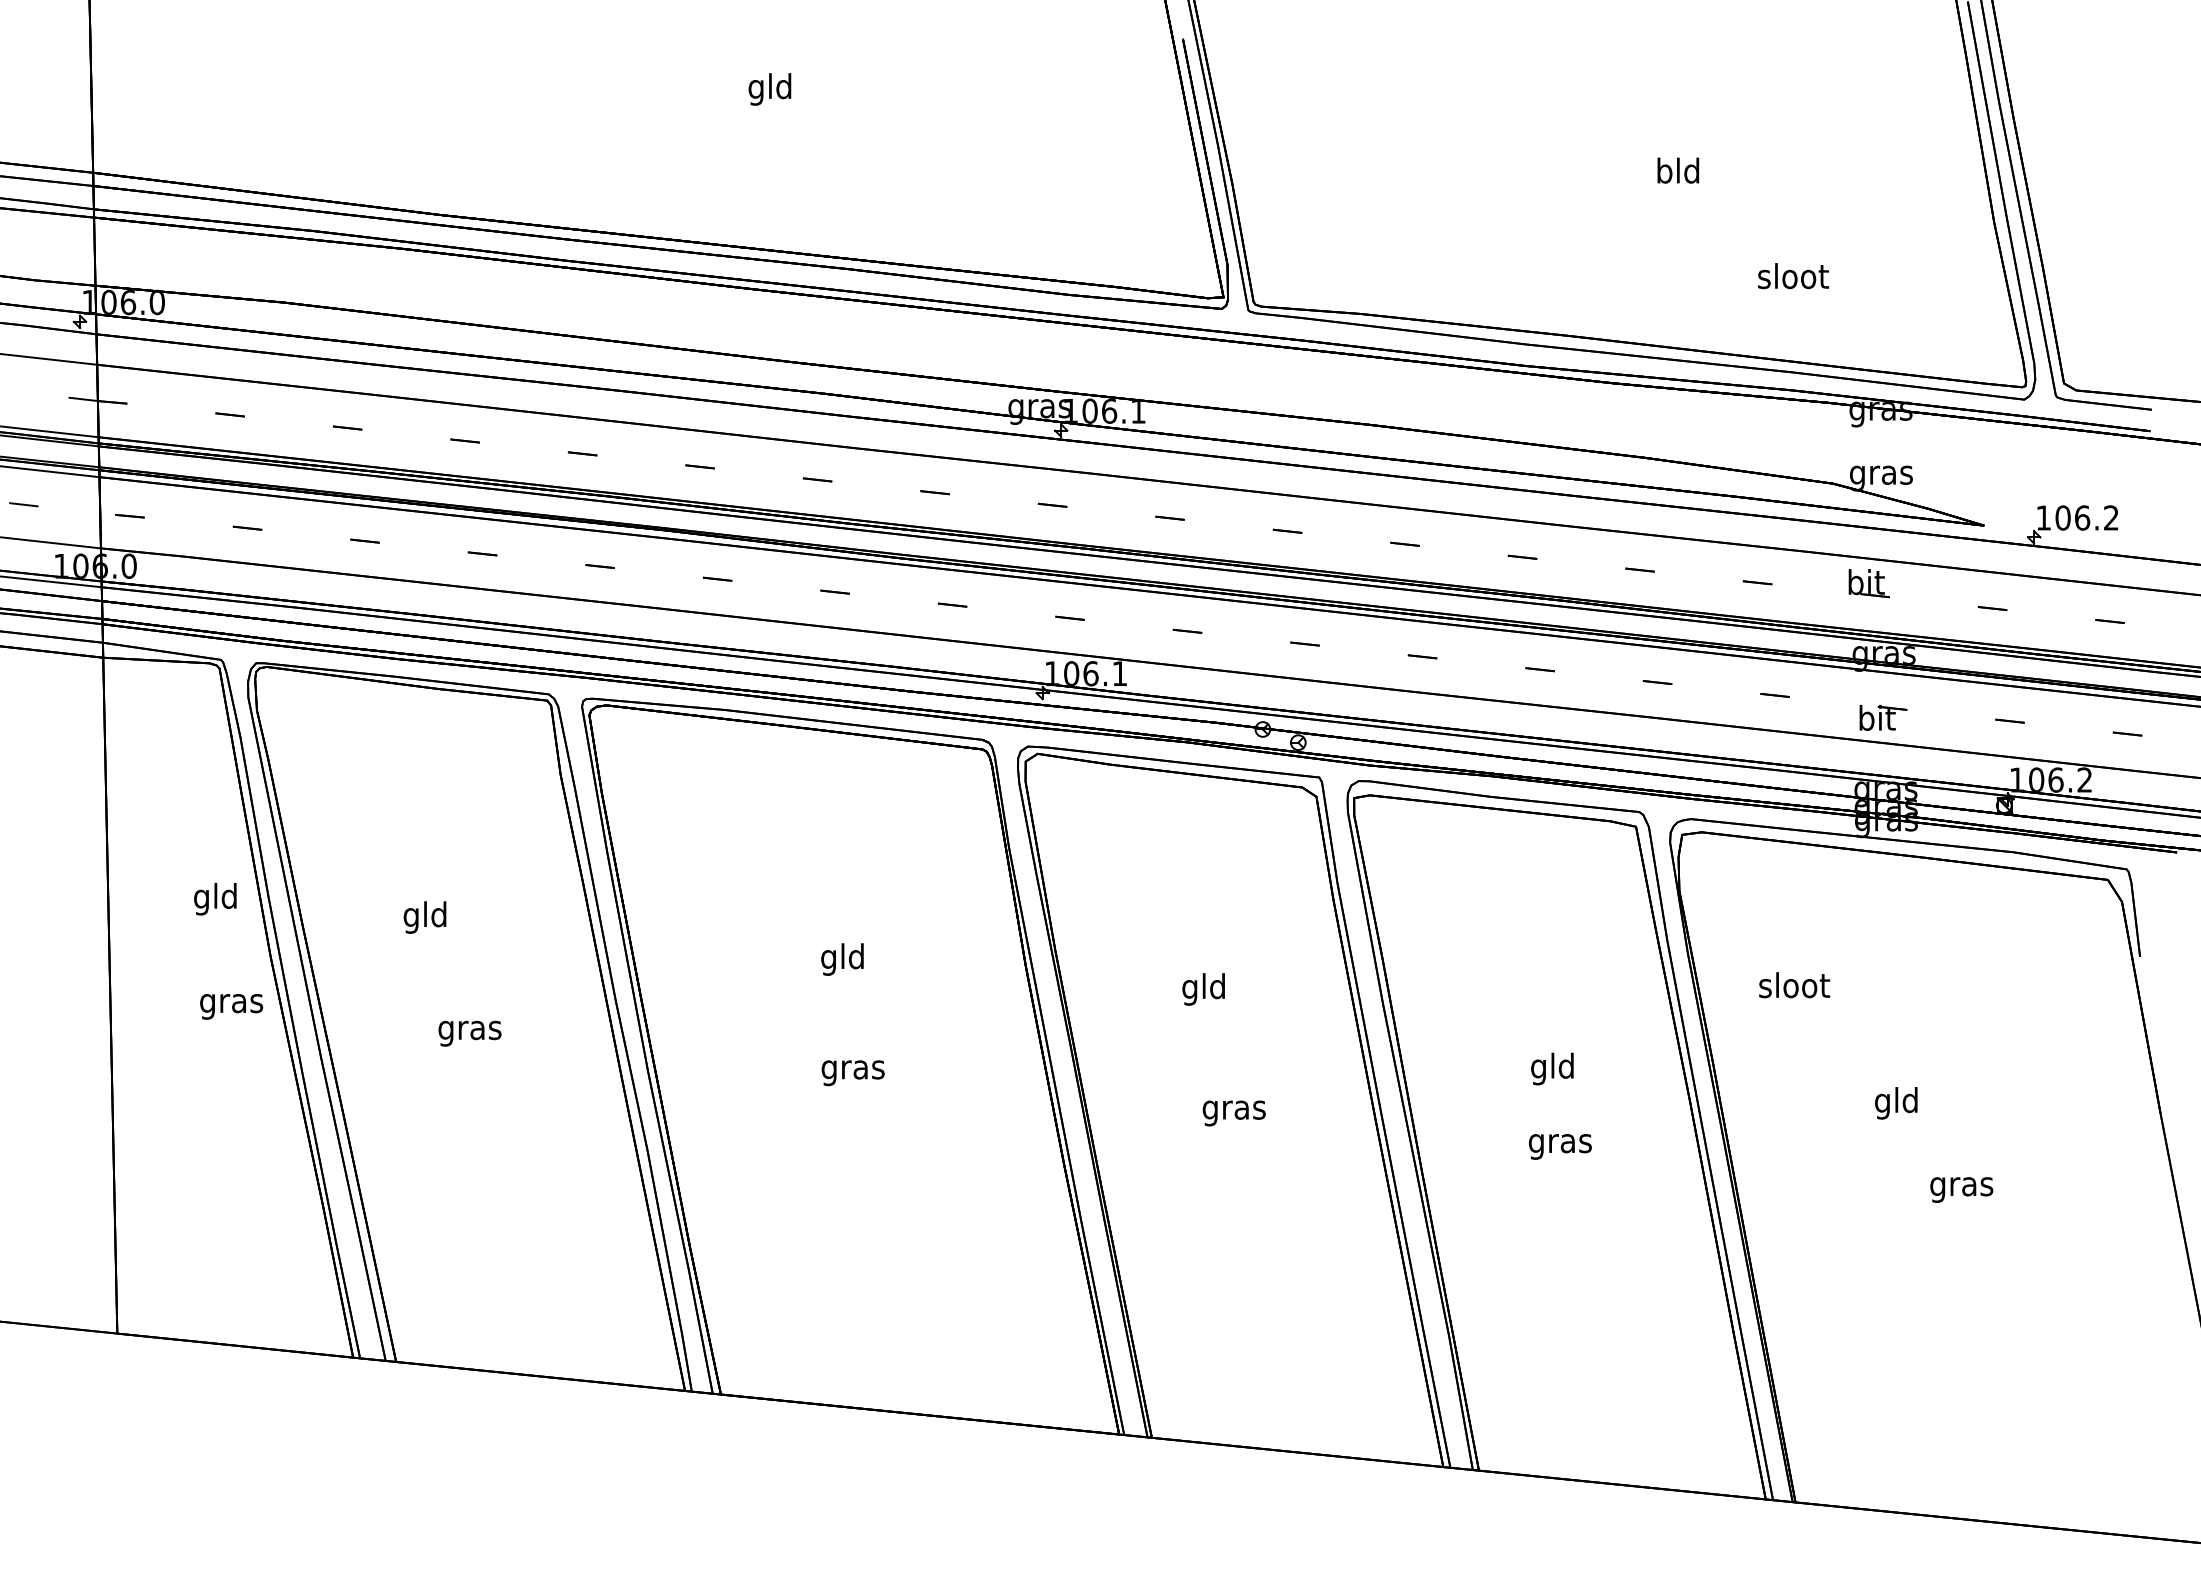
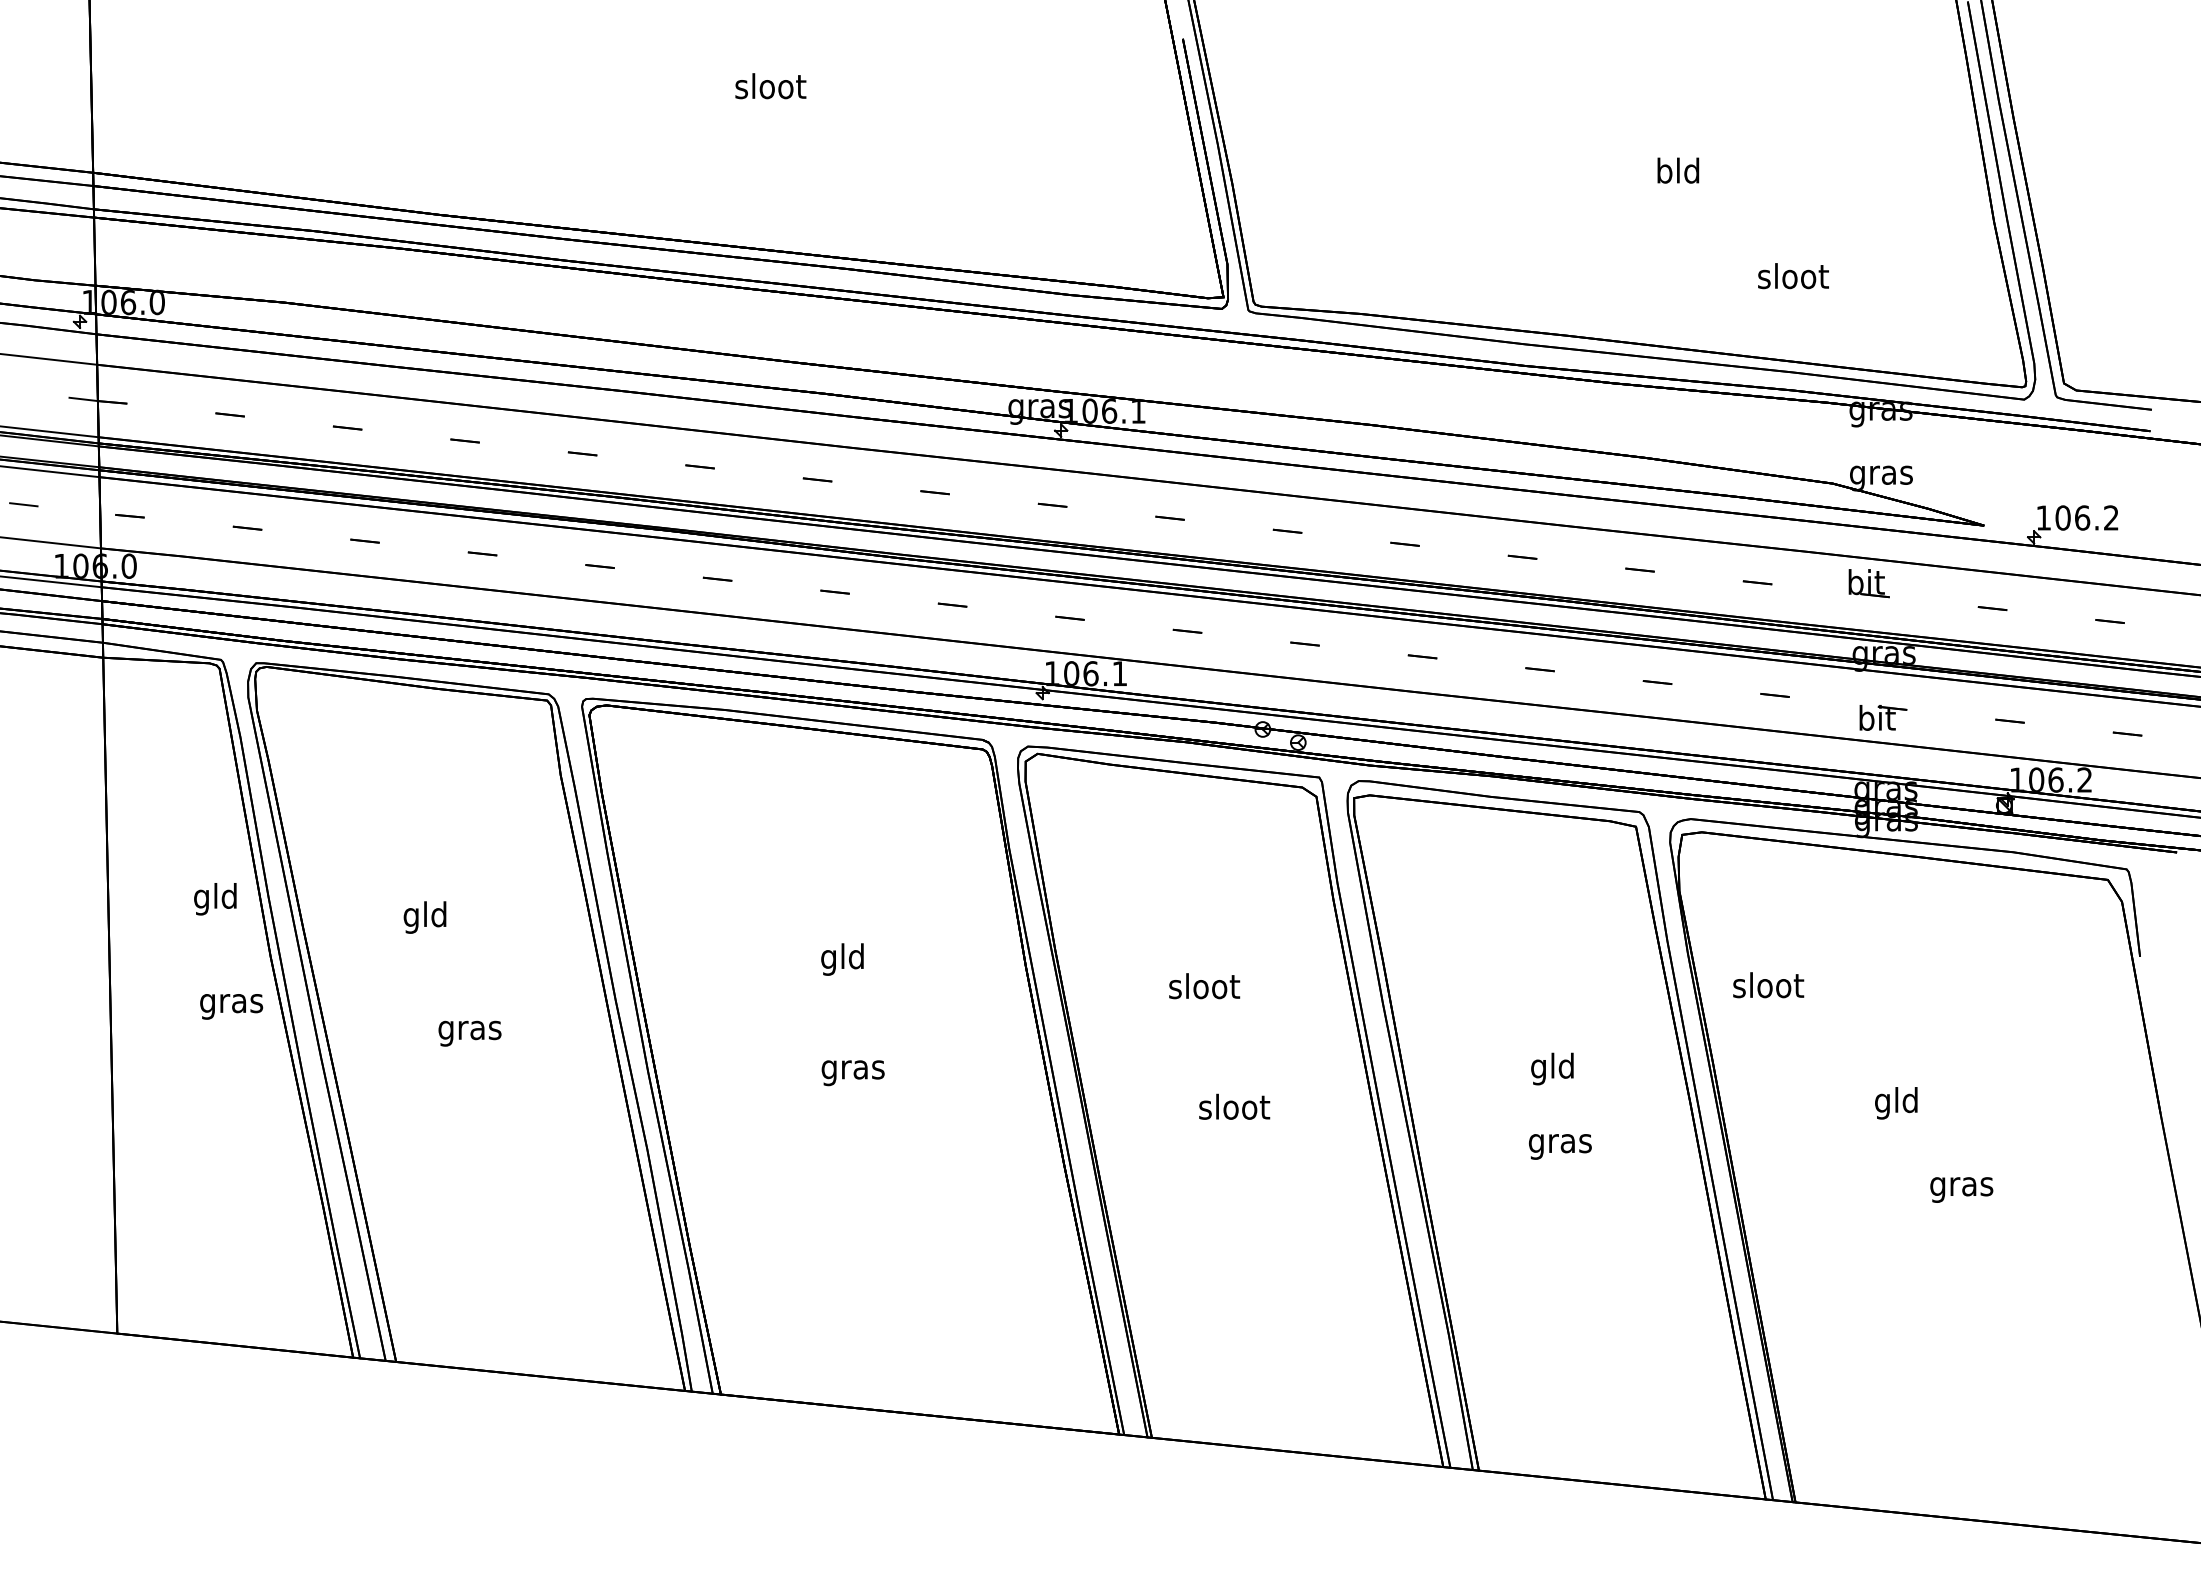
text at (770, 89): gld -> sloot
text at (1794, 985) position: (1794, 985) -> (1768, 985)
text at (1204, 989): gld -> sloot
text at (1234, 1109): gras -> sloot
